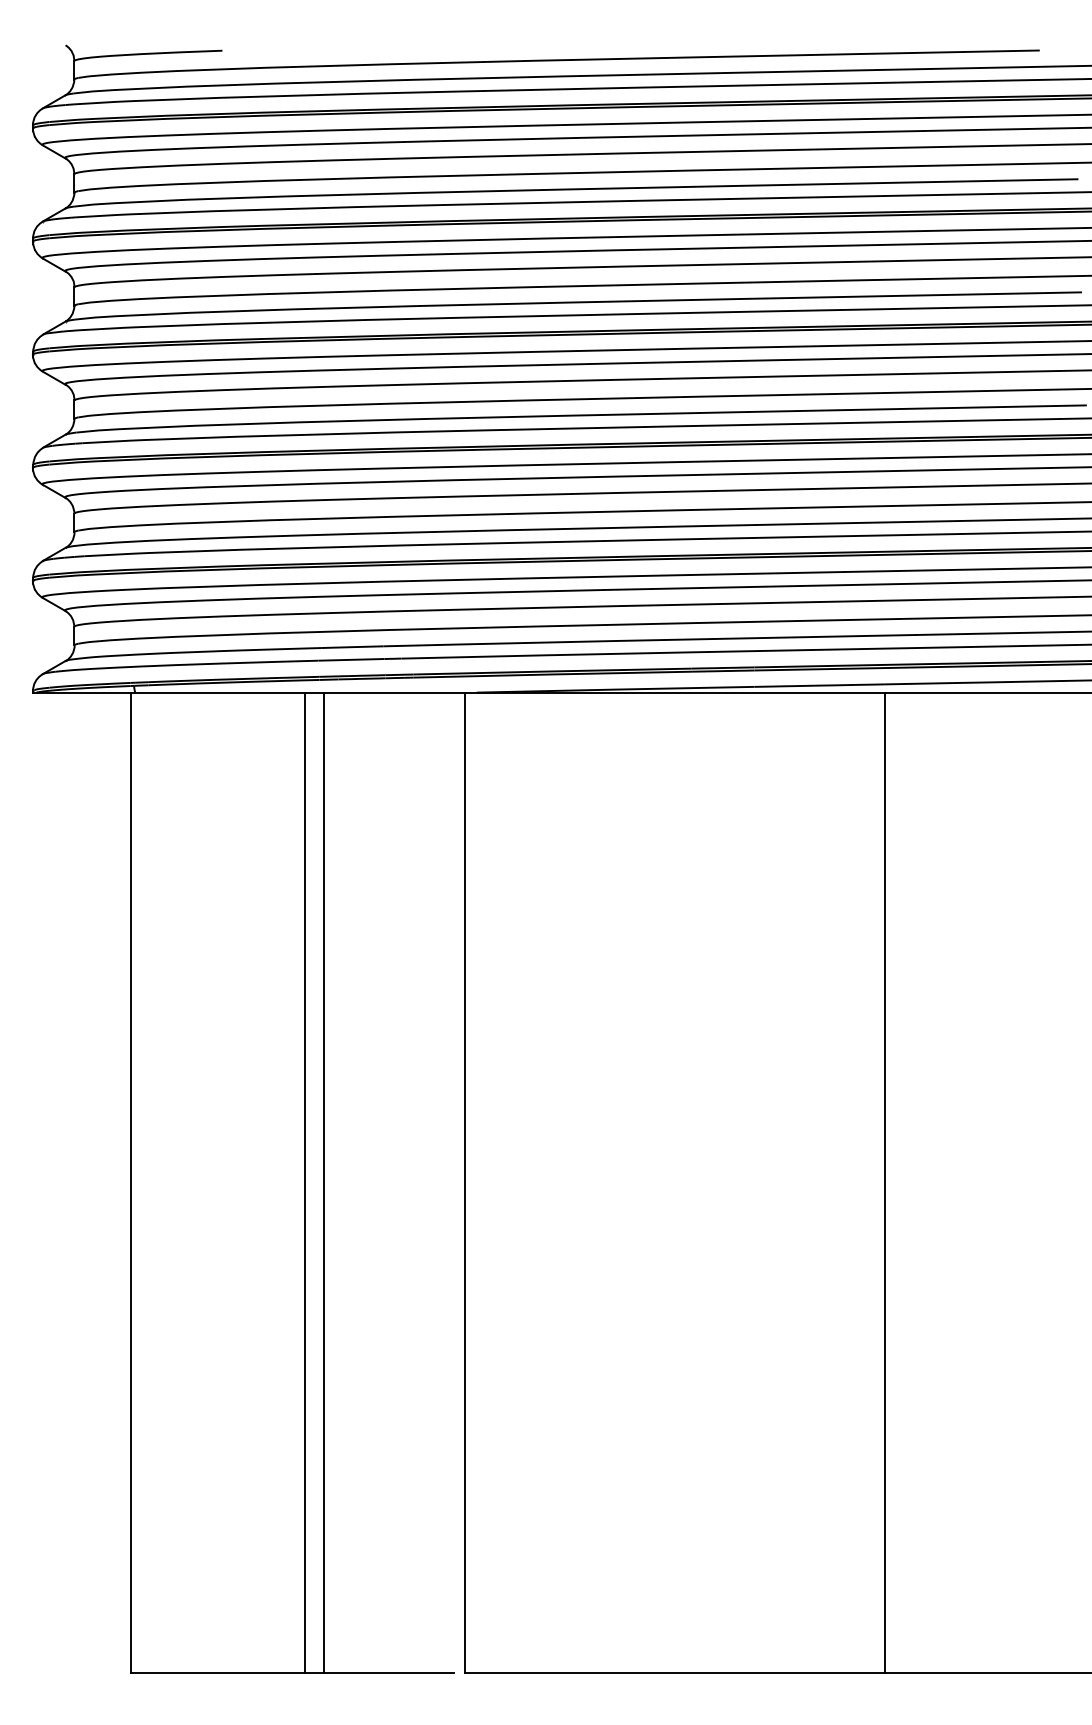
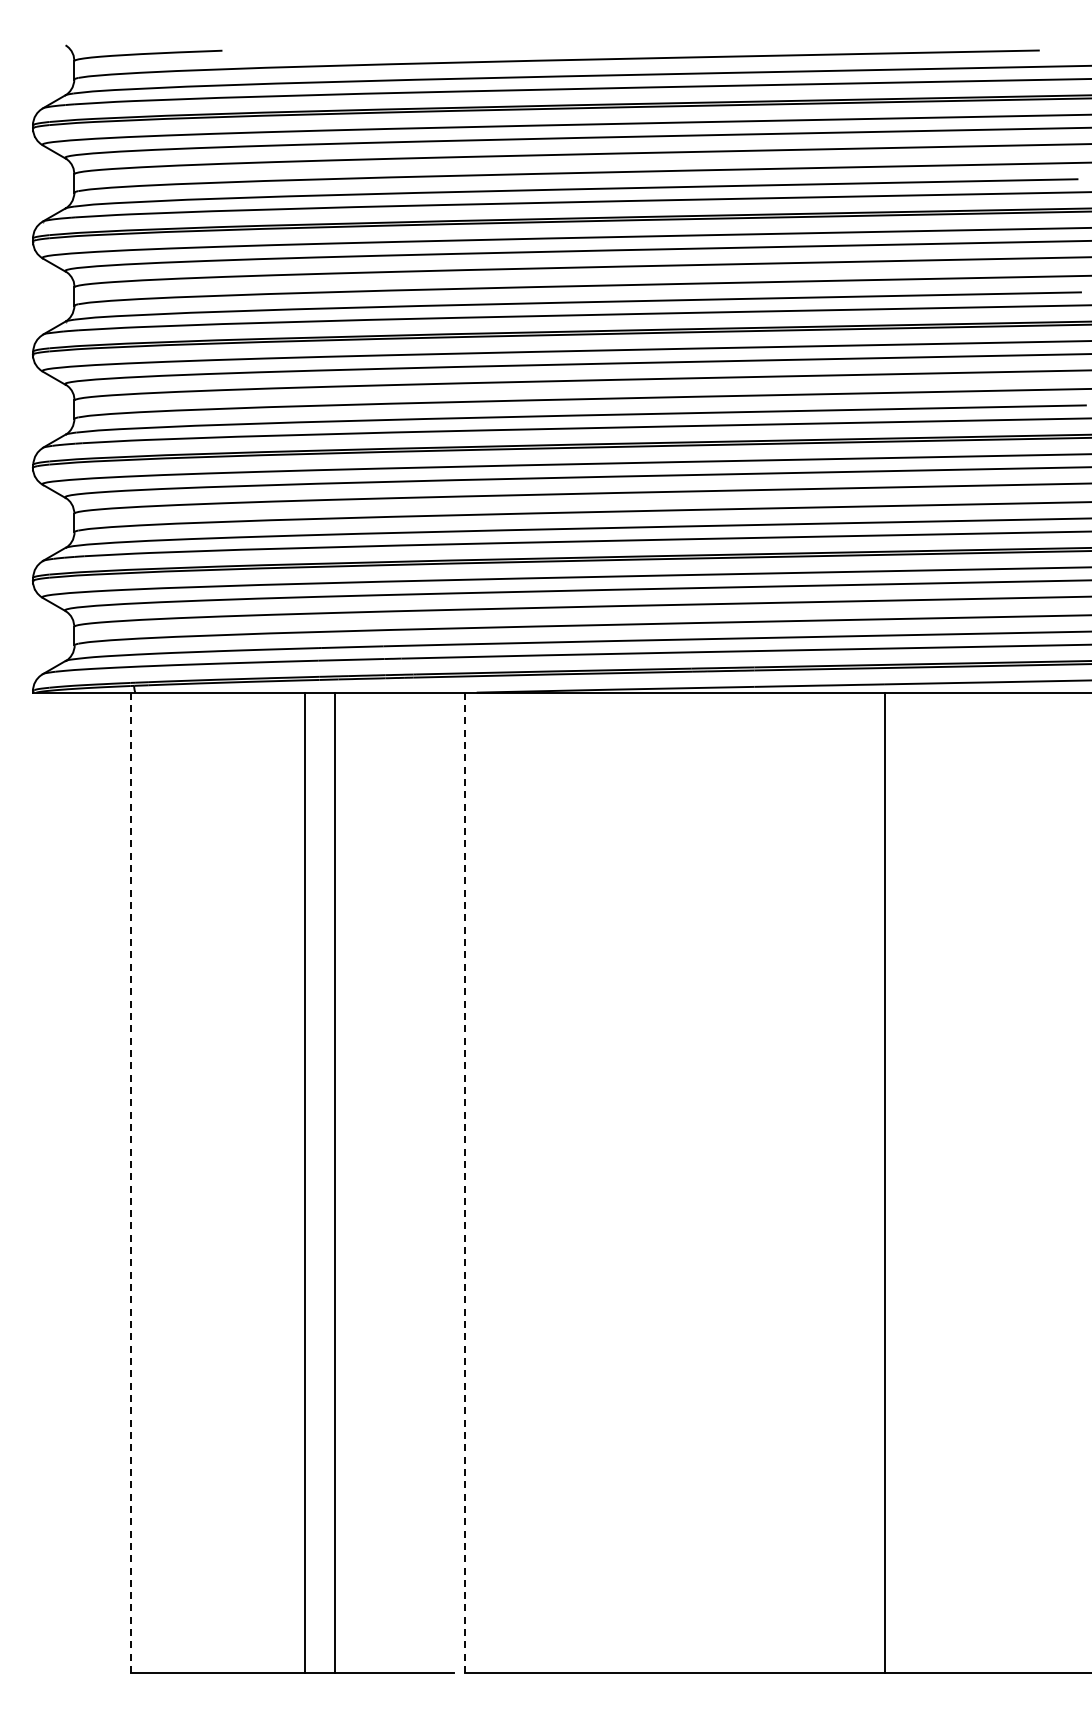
line at (323, 1182) position: (323, 1182) -> (334, 1182)
line at (130, 1183): solid -> dashed
line at (464, 1183): solid -> dashed
